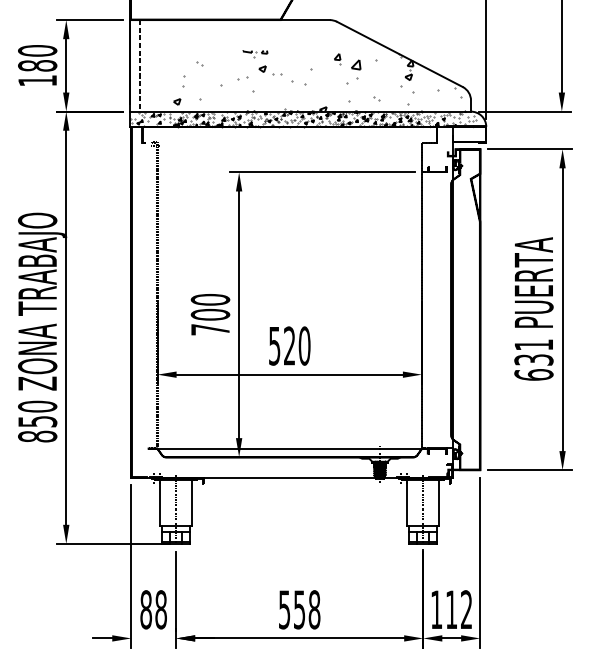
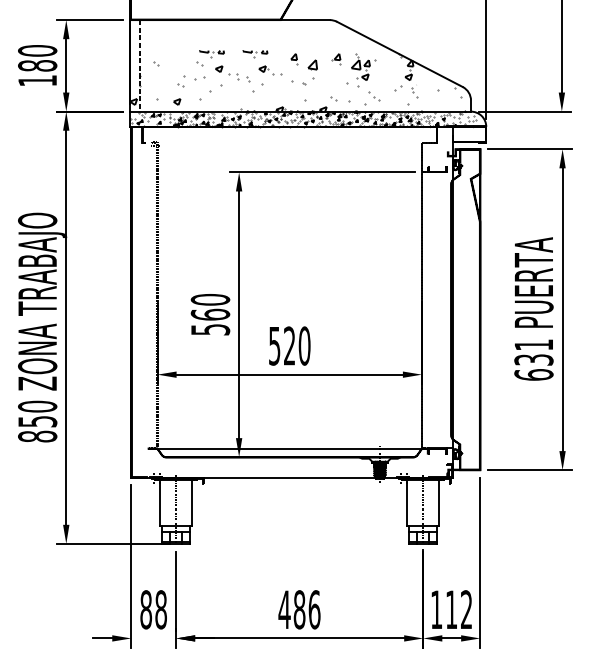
hatch at (273, 80): none -> present
text at (210, 321): 700 -> 560
text at (299, 609): 558 -> 486
